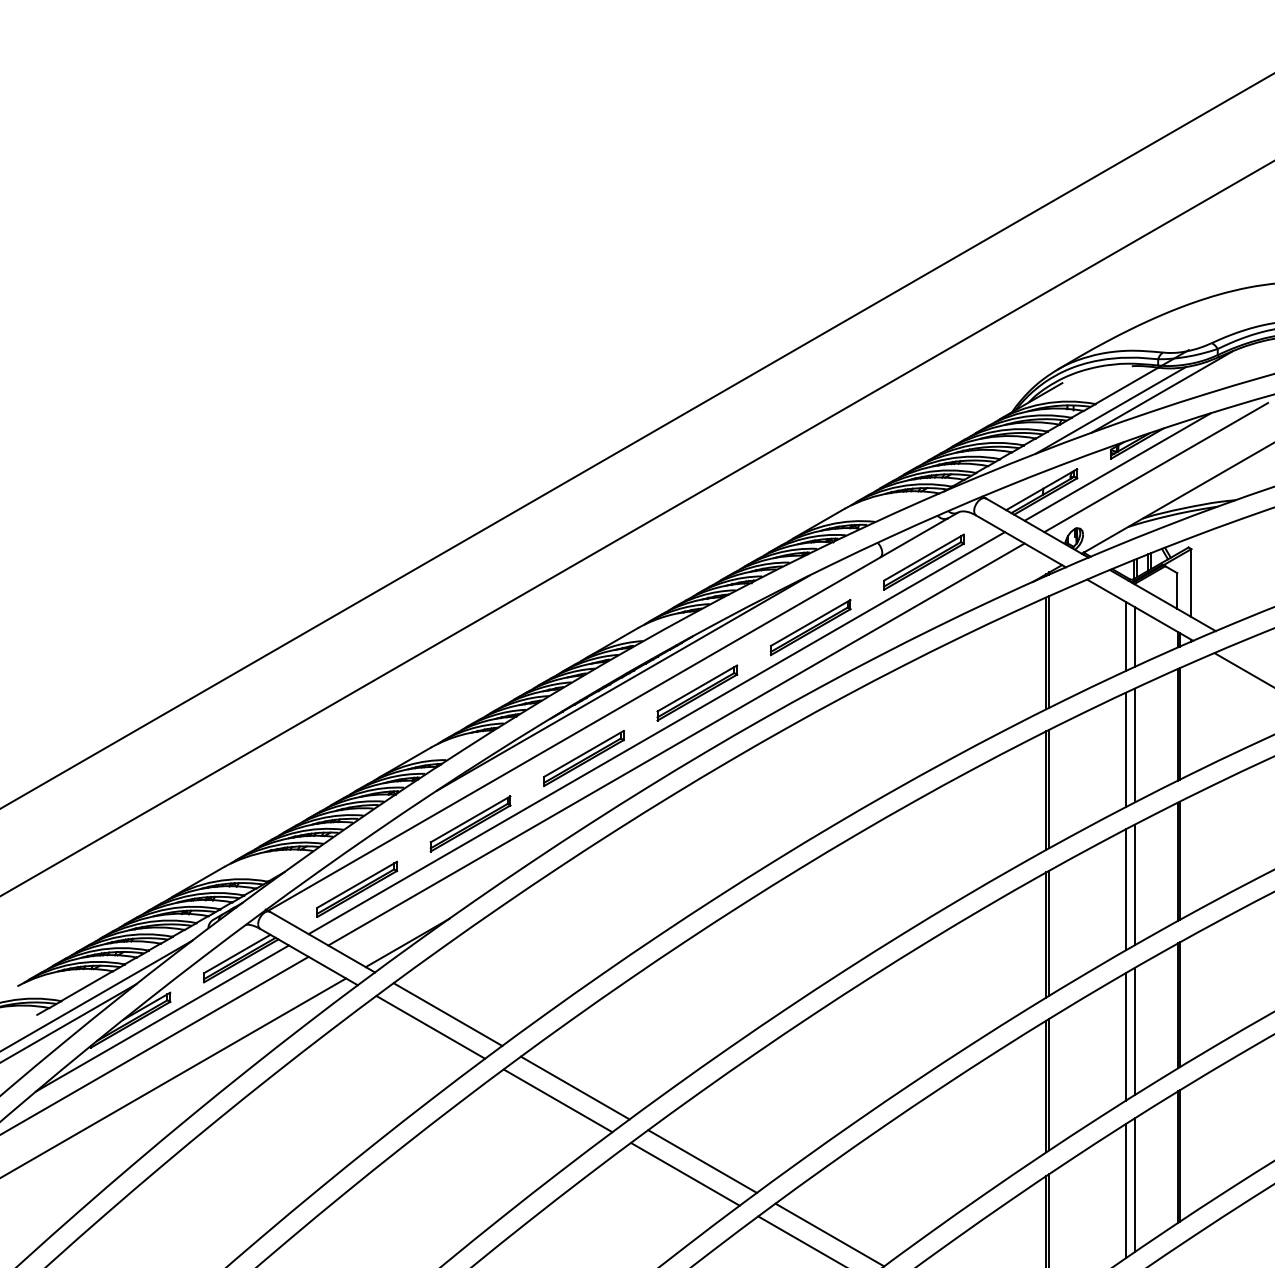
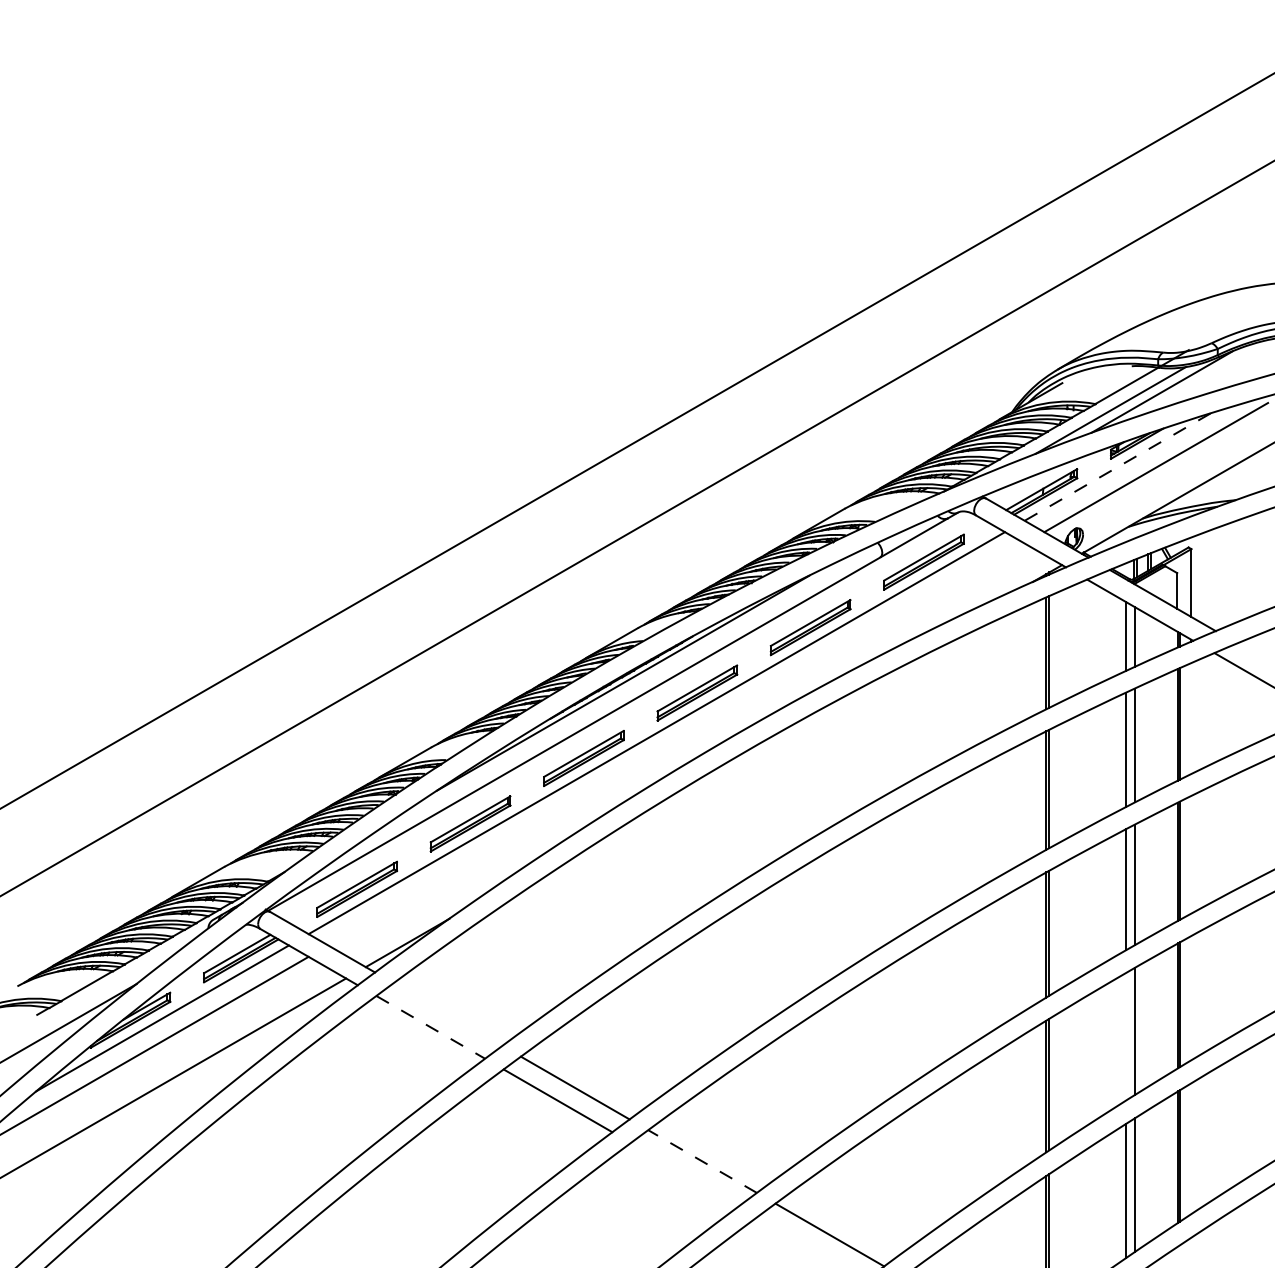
line at (1117, 467): solid -> dashed
line at (676, 744): present -> none
line at (97, 995): present -> none
line at (447, 1014): present -> none
line at (430, 1027): solid -> dashed
line at (1126, 1036): present -> none
line at (702, 1161): solid -> dashed
line at (685, 1173): present -> none
line at (799, 1240): present -> none
